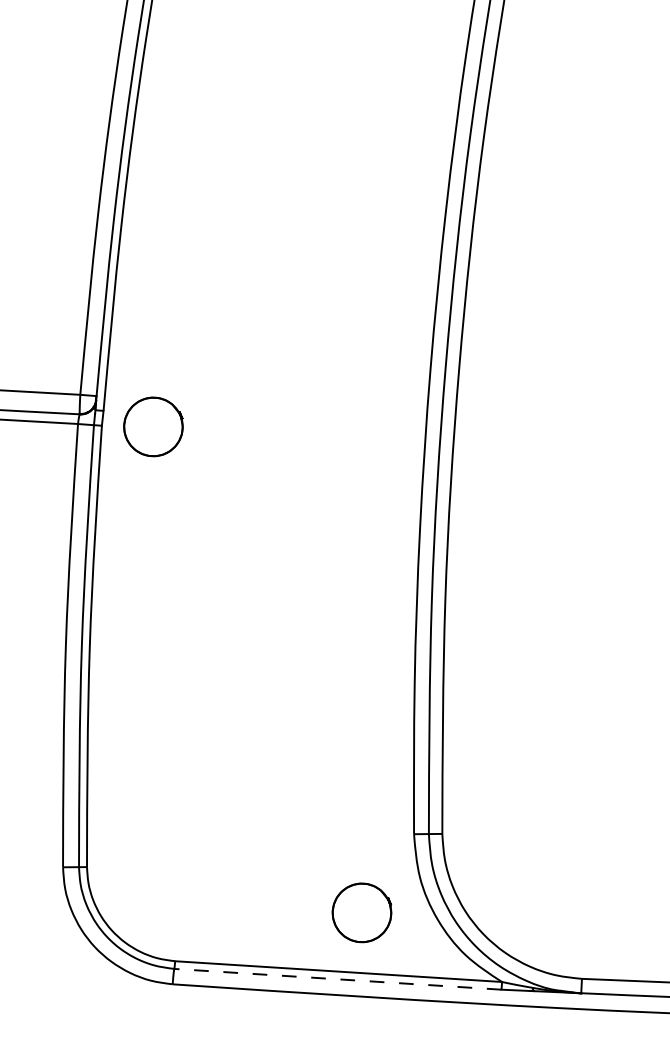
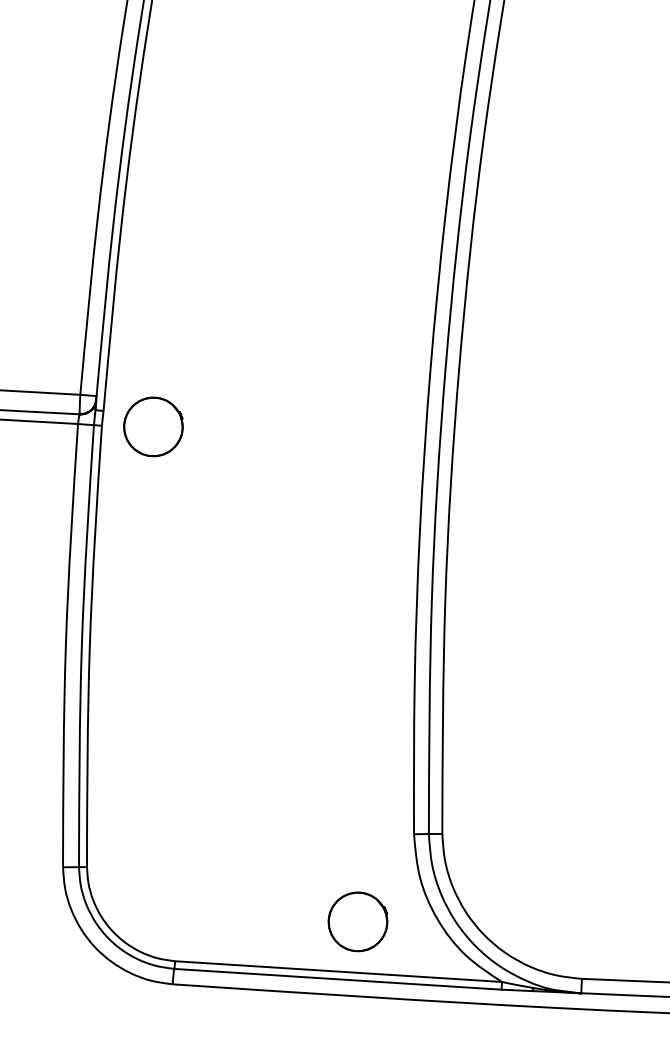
part at (361, 912) position: (361, 912) -> (357, 921)
line at (337, 979): dashed -> solid
